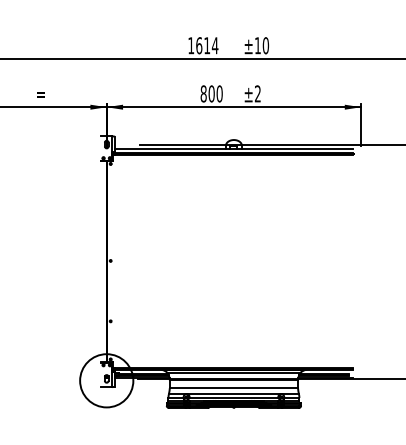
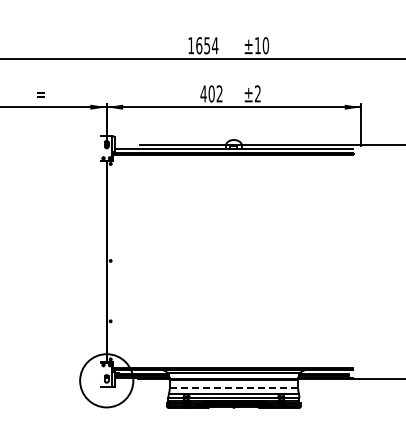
text at (207, 45): 1614 -> 1654
text at (211, 93): 800 -> 402
line at (234, 388): solid -> dashed
